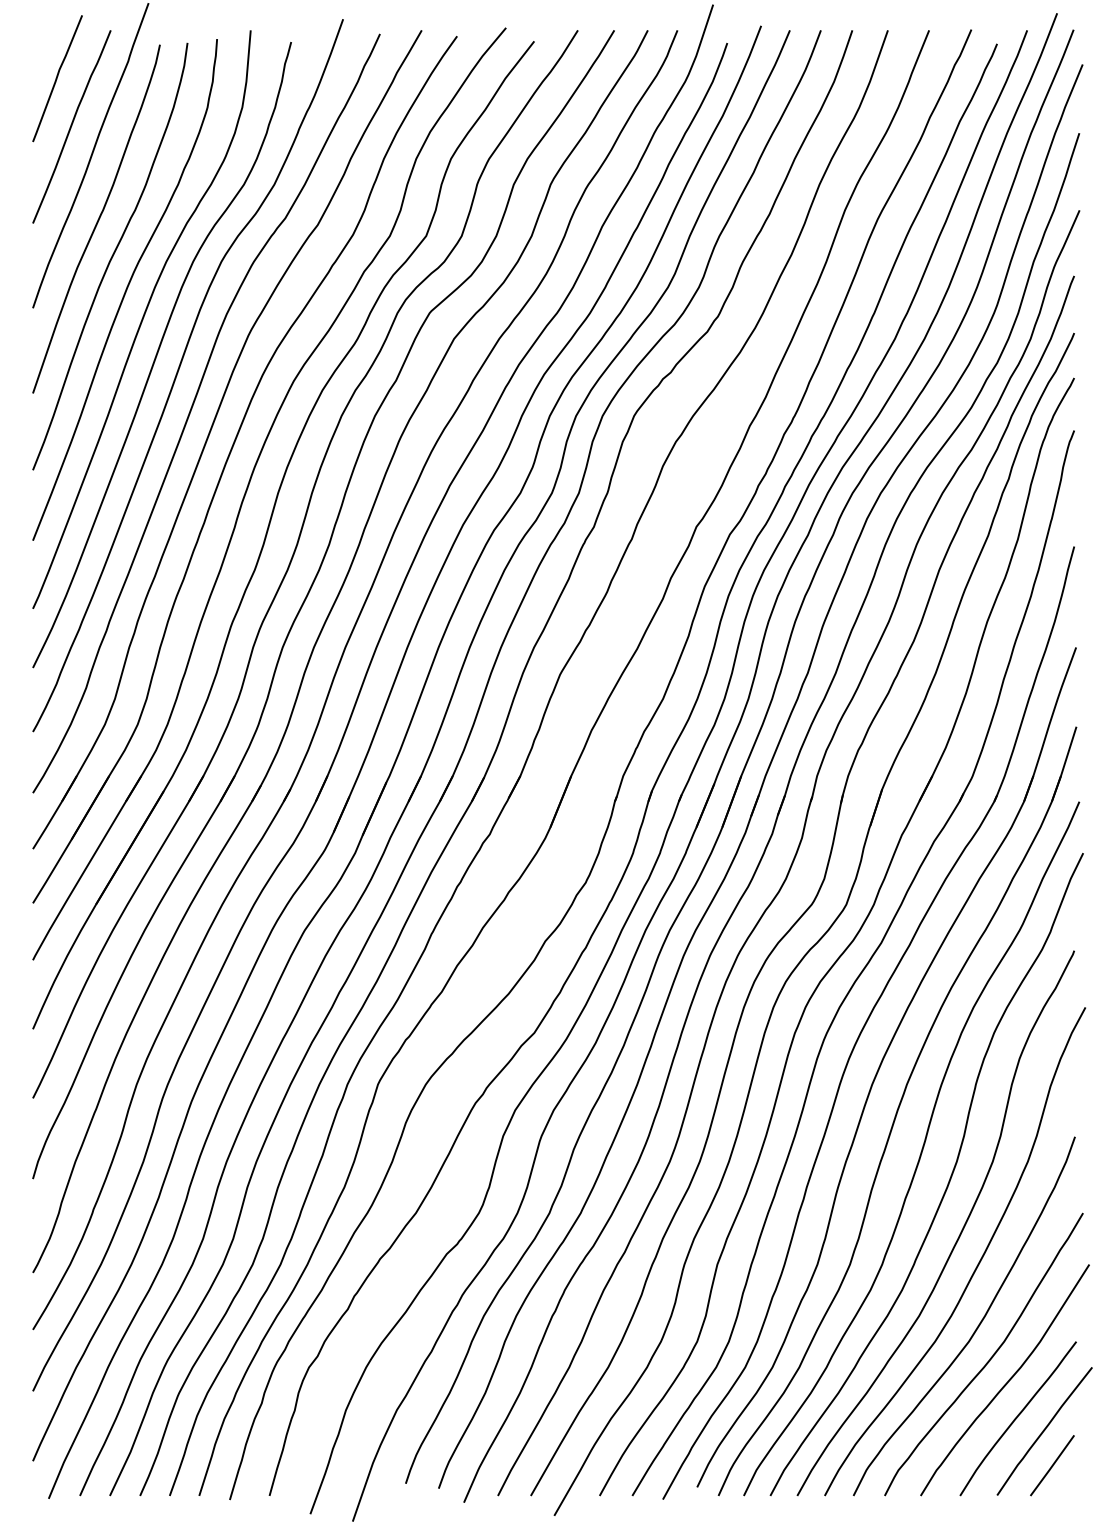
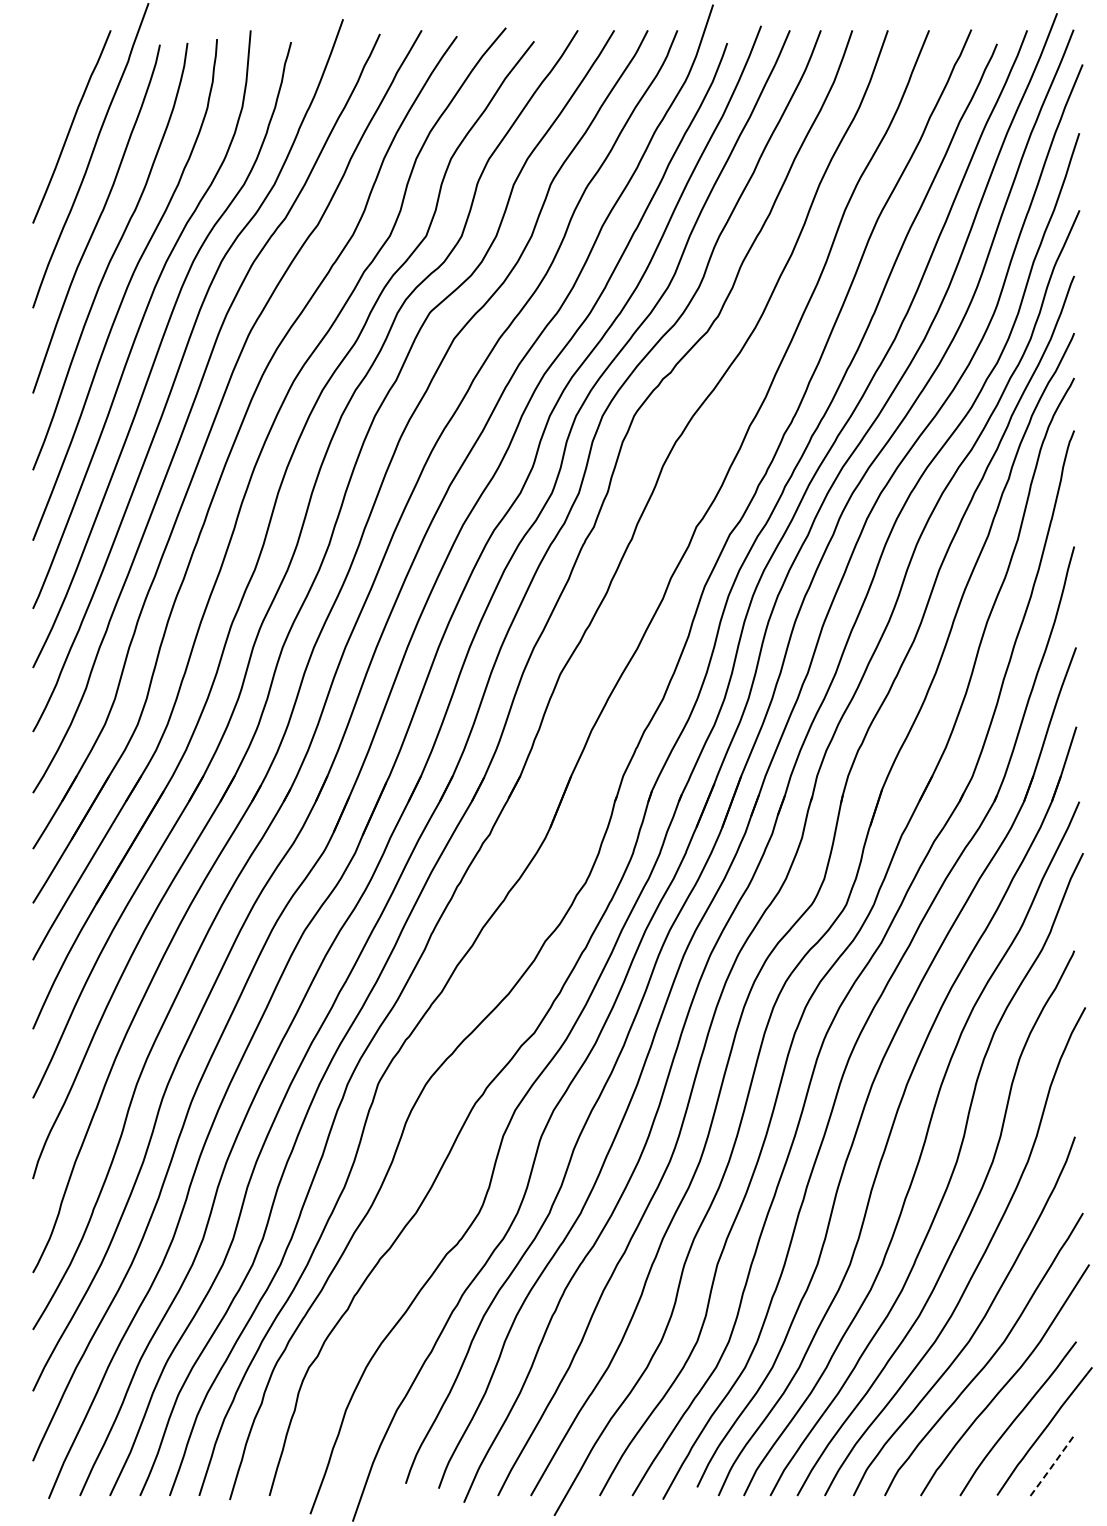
curve at (57, 78): present -> none
line at (1052, 1466): solid -> dashed
